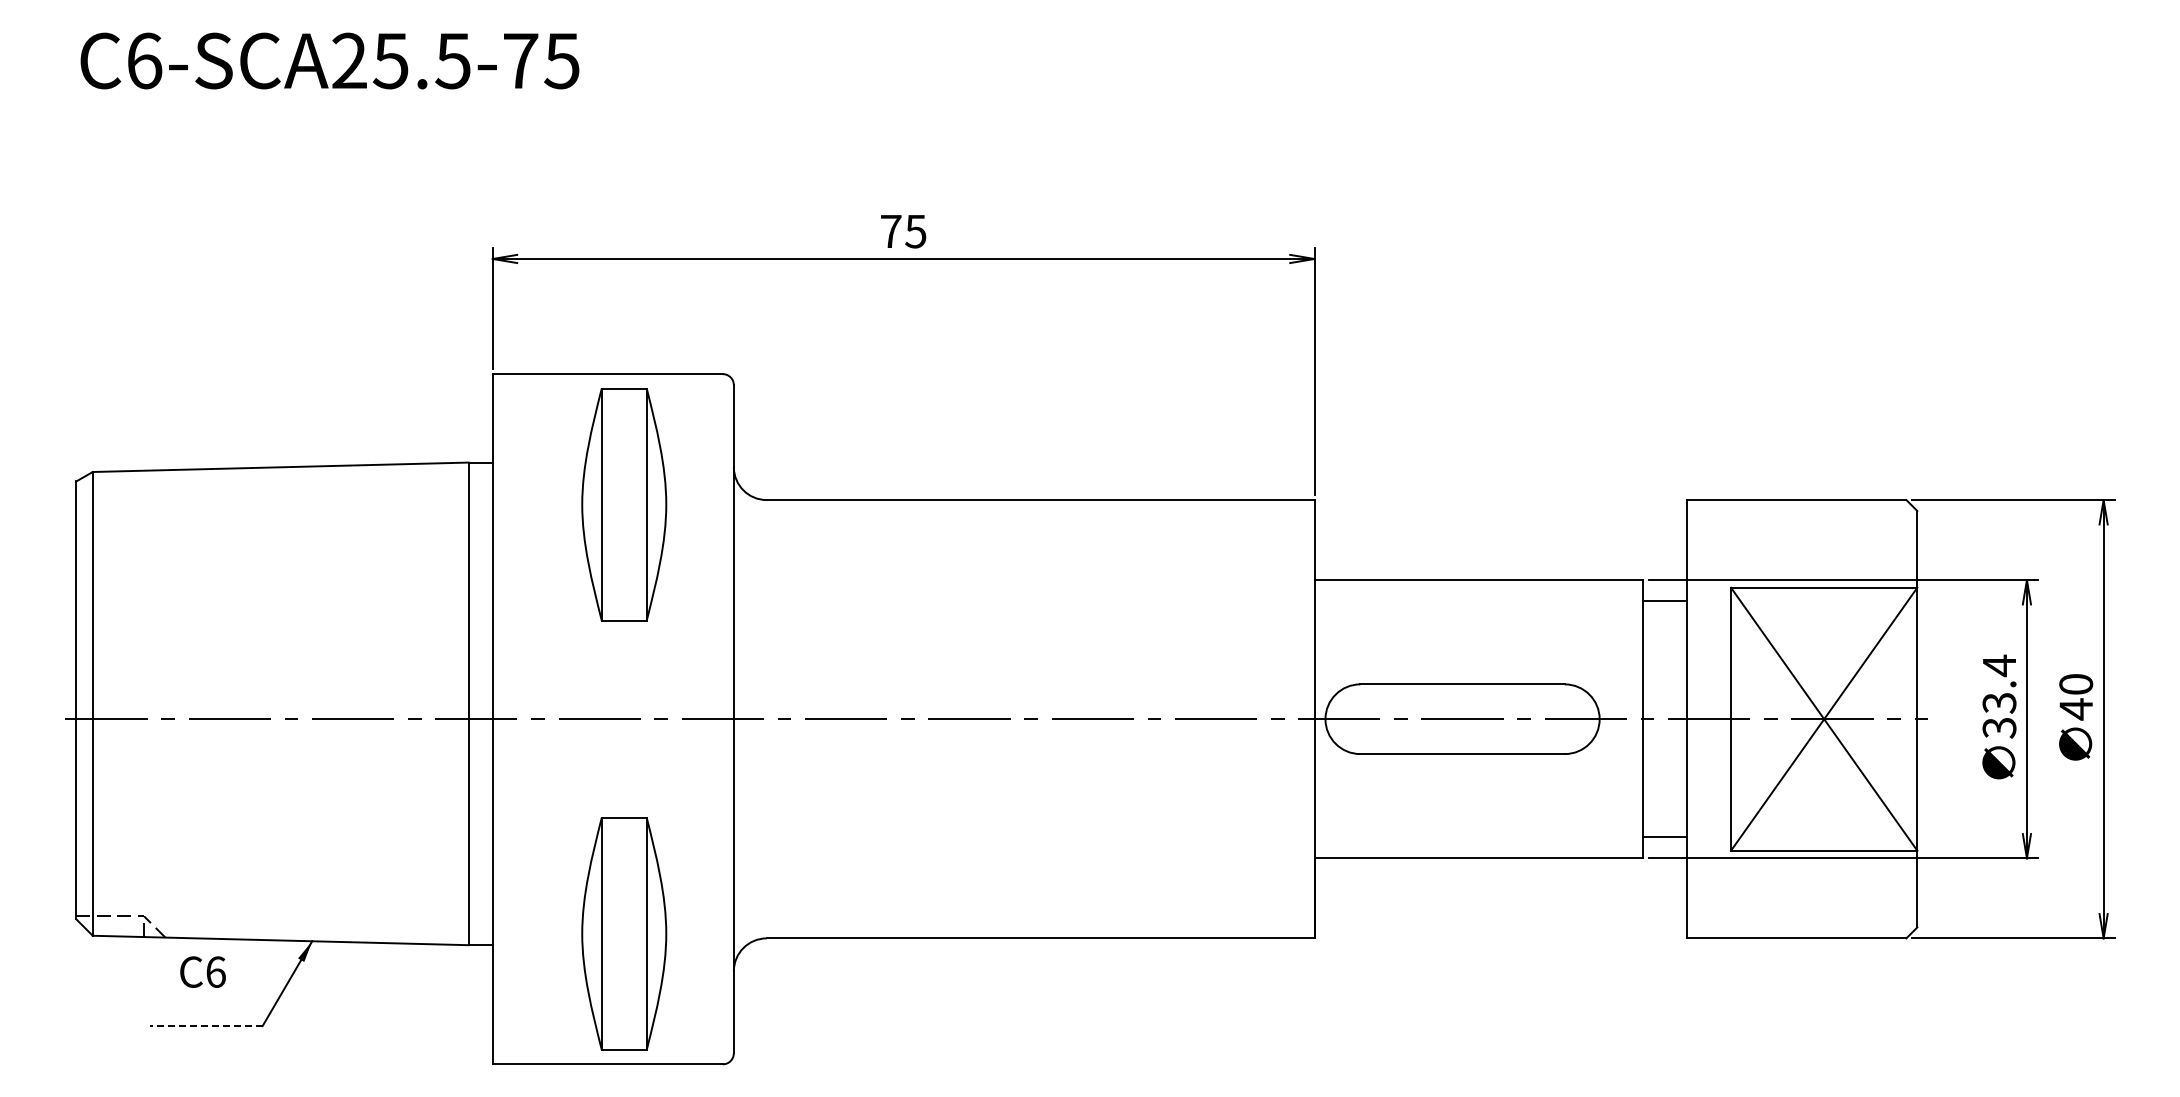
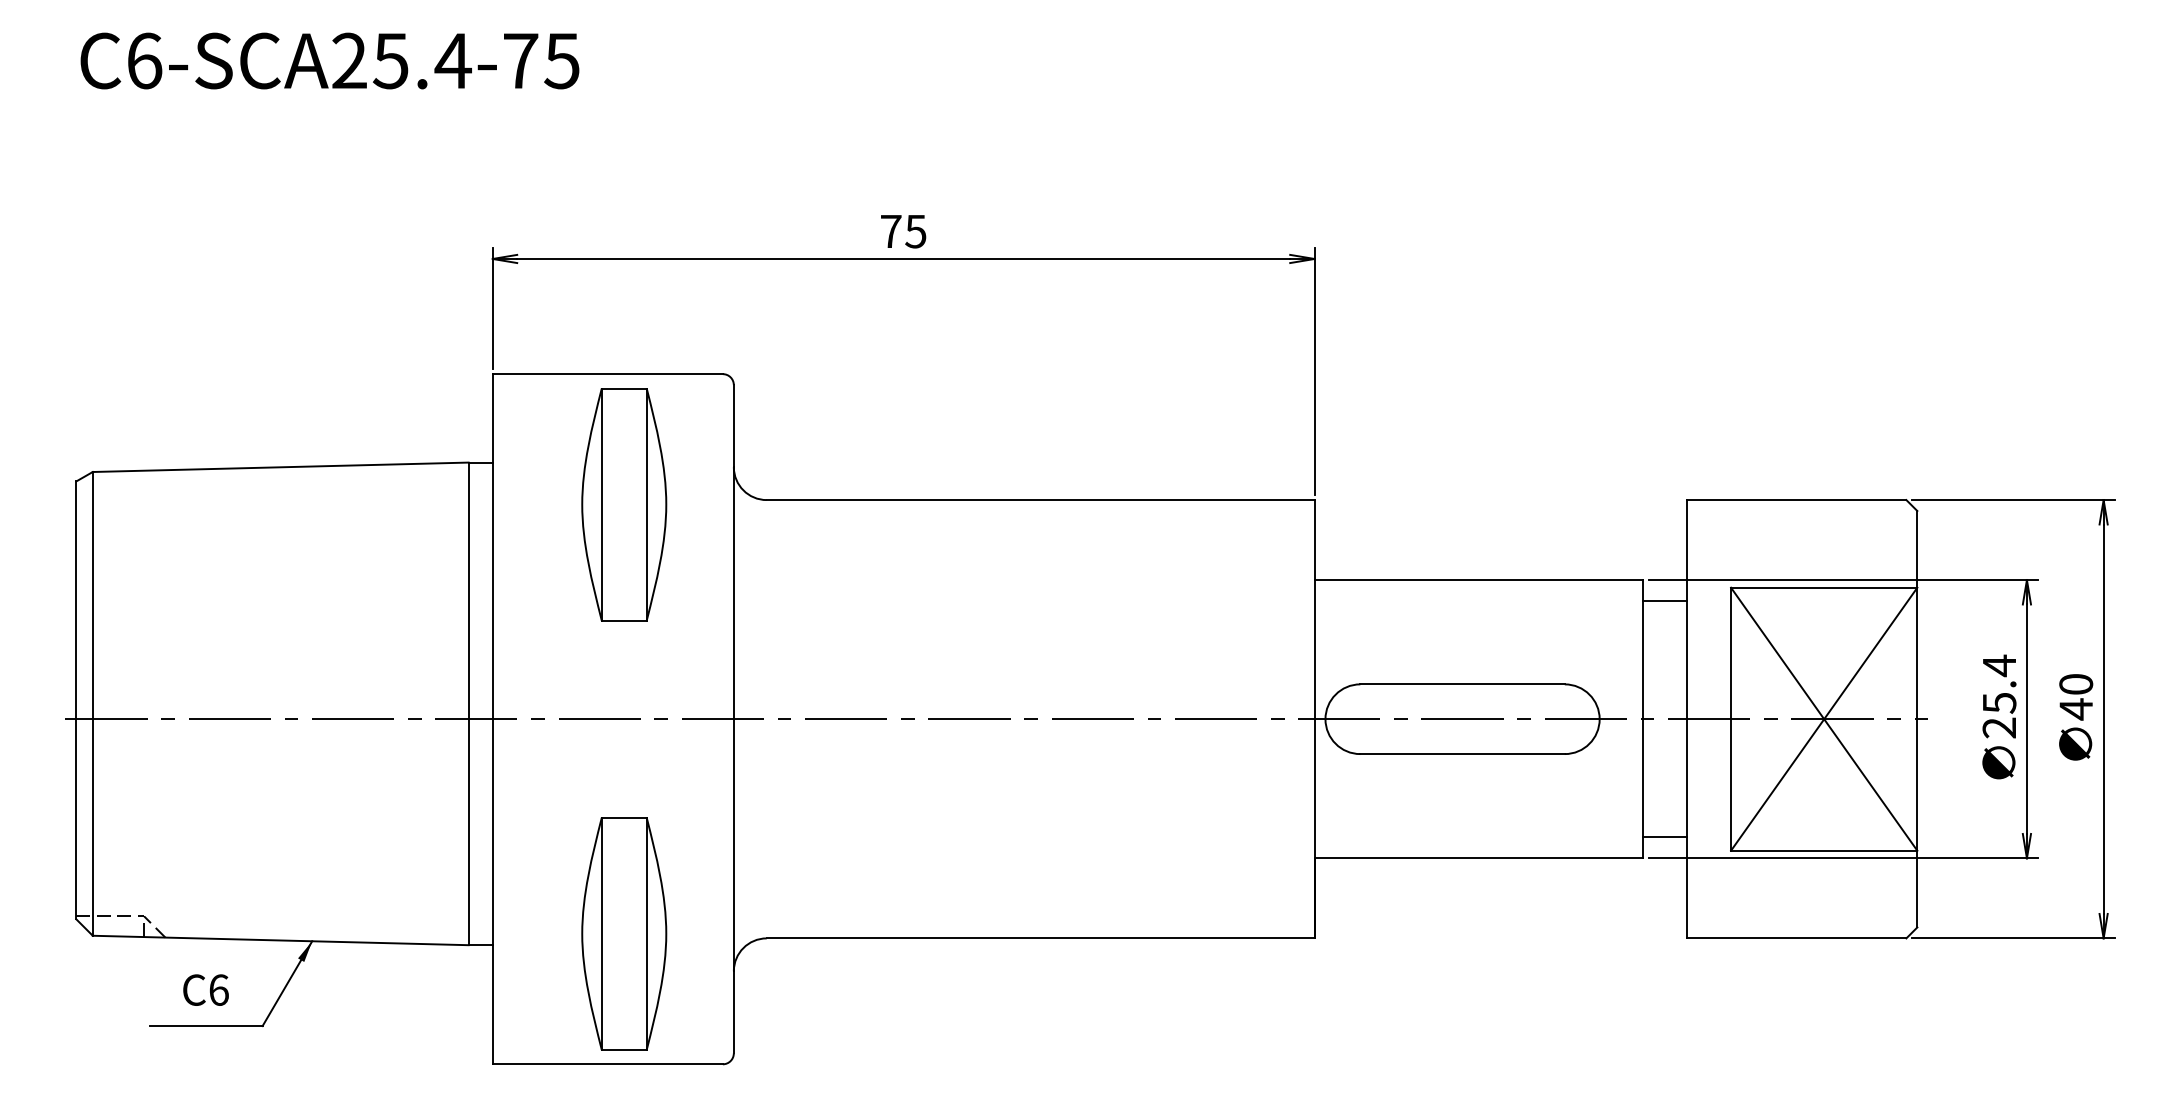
text at (452, 61): C6-SCA25.5-75 -> C6-SCA25.4-75
text at (1999, 715): 33.4 -> 25.4
text at (202, 971) position: (202, 971) -> (205, 989)
line at (205, 1026): dashed -> solid
